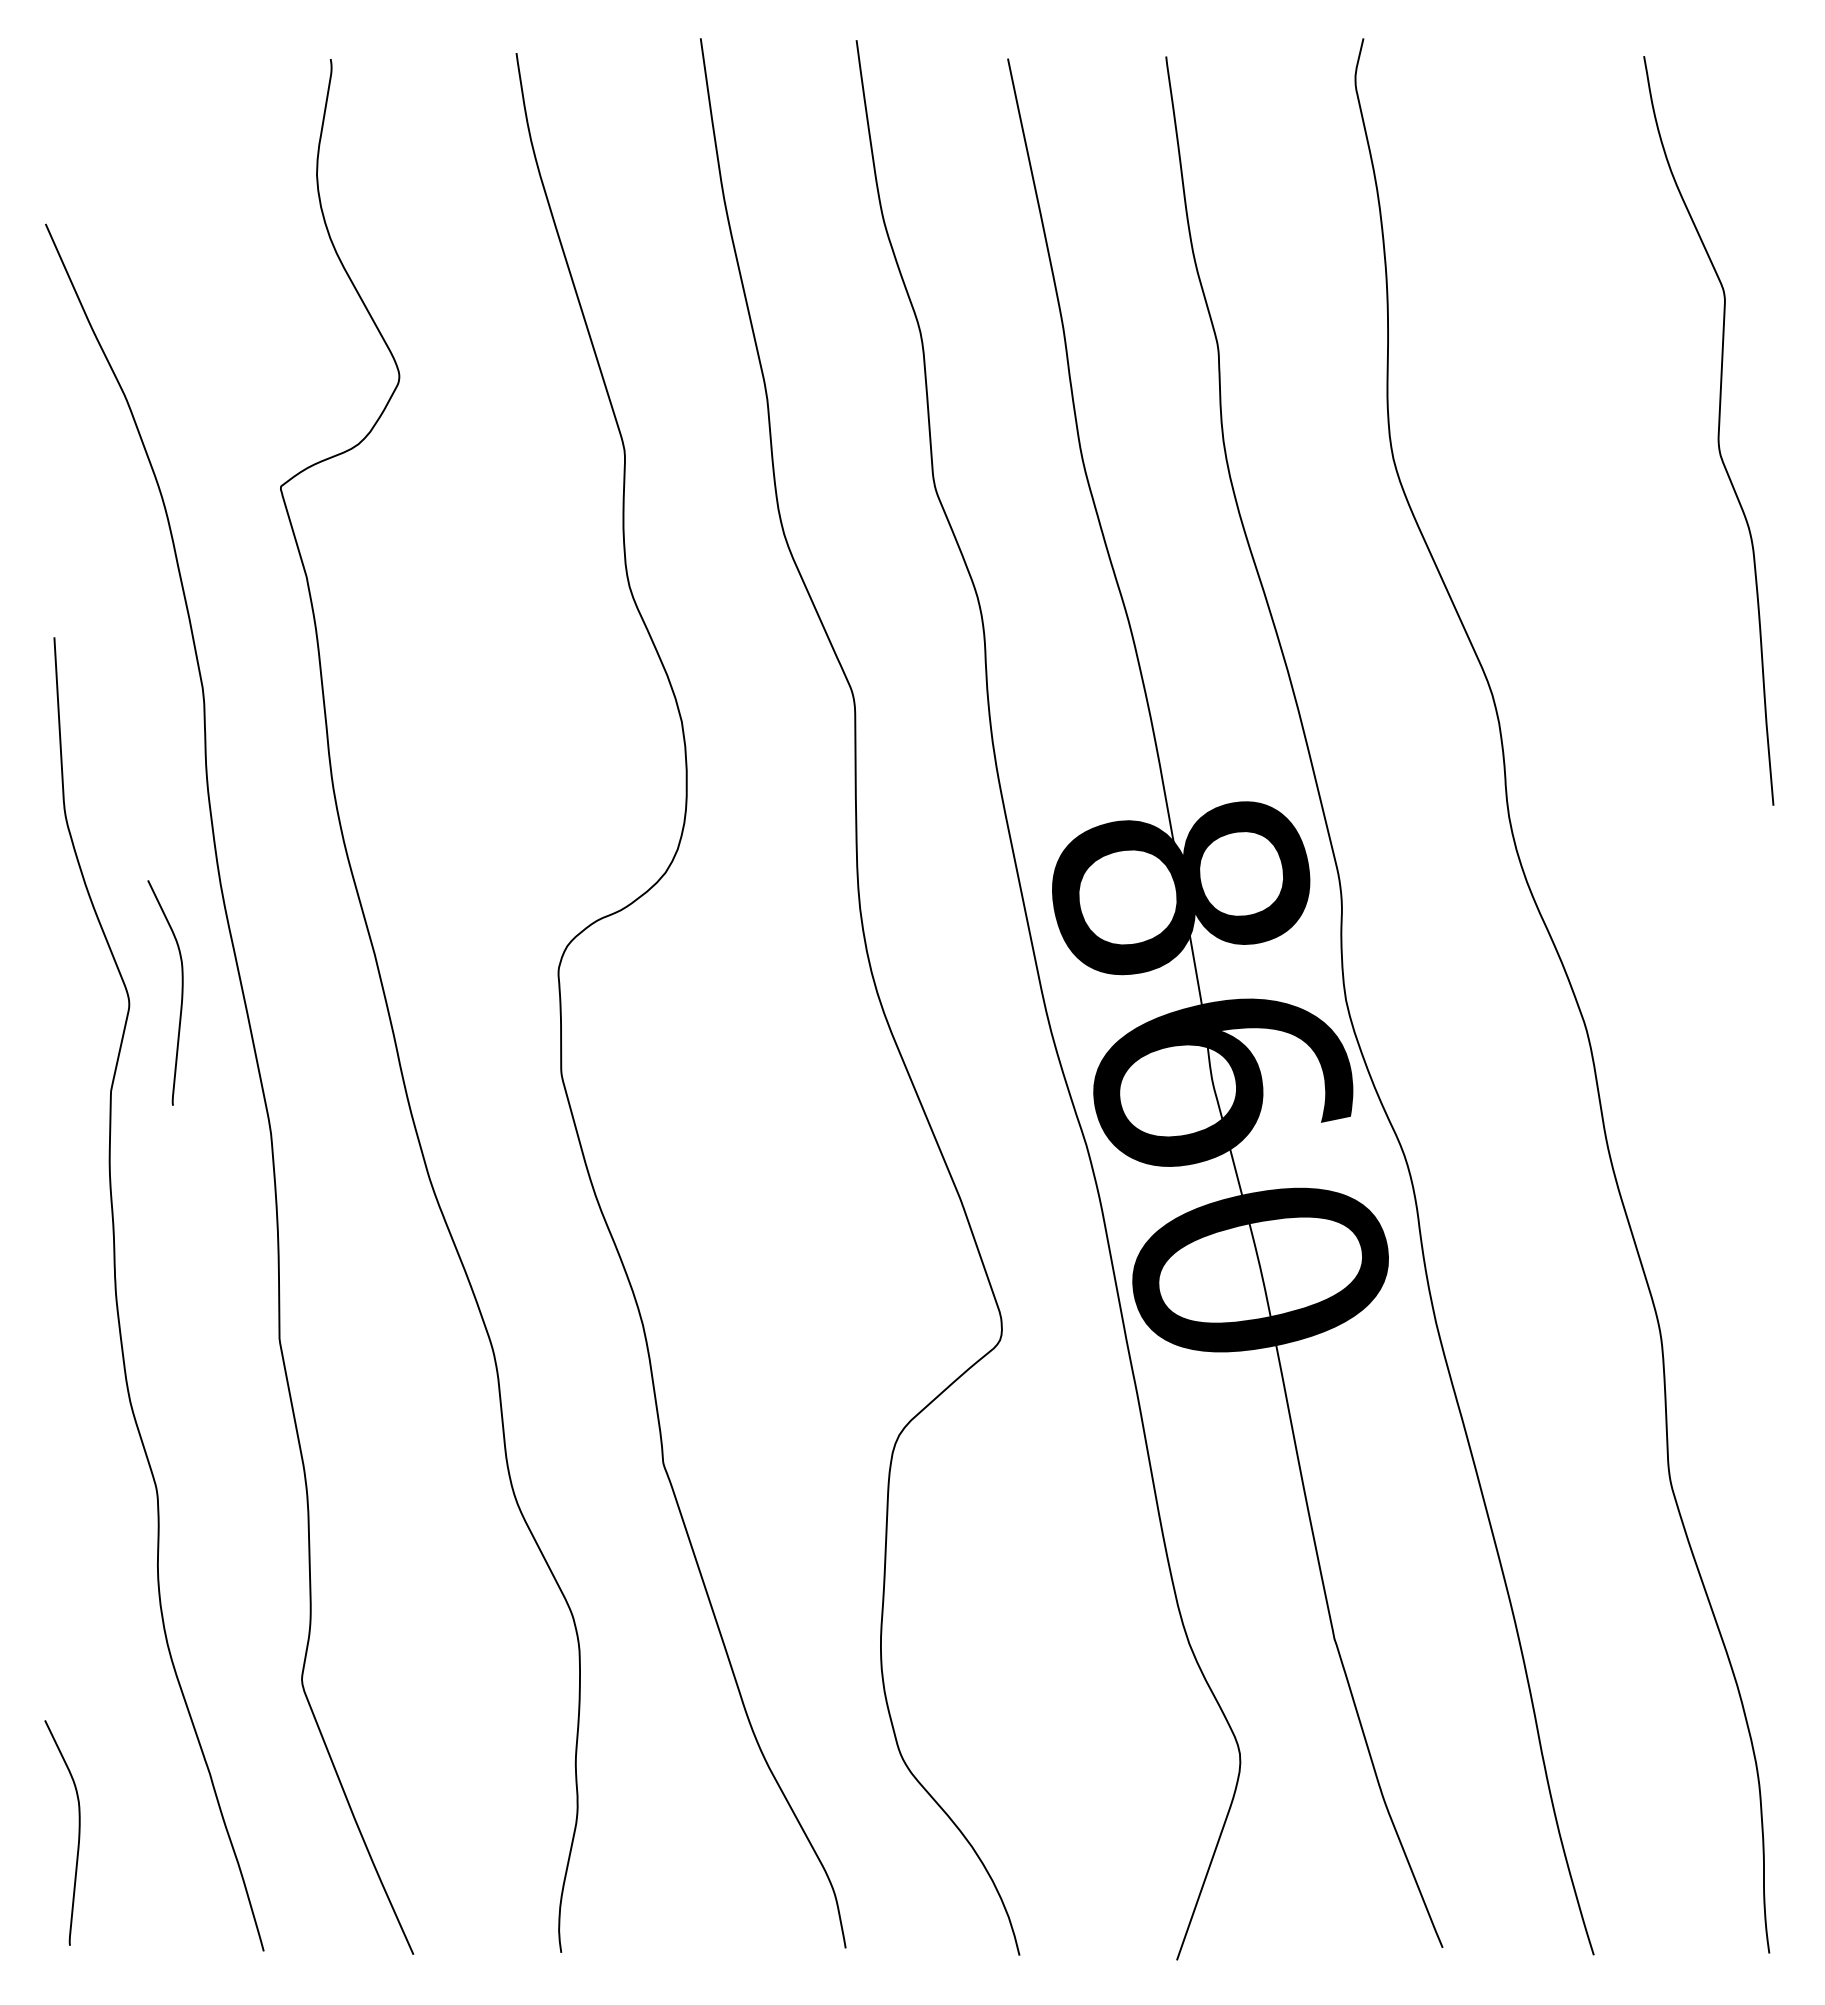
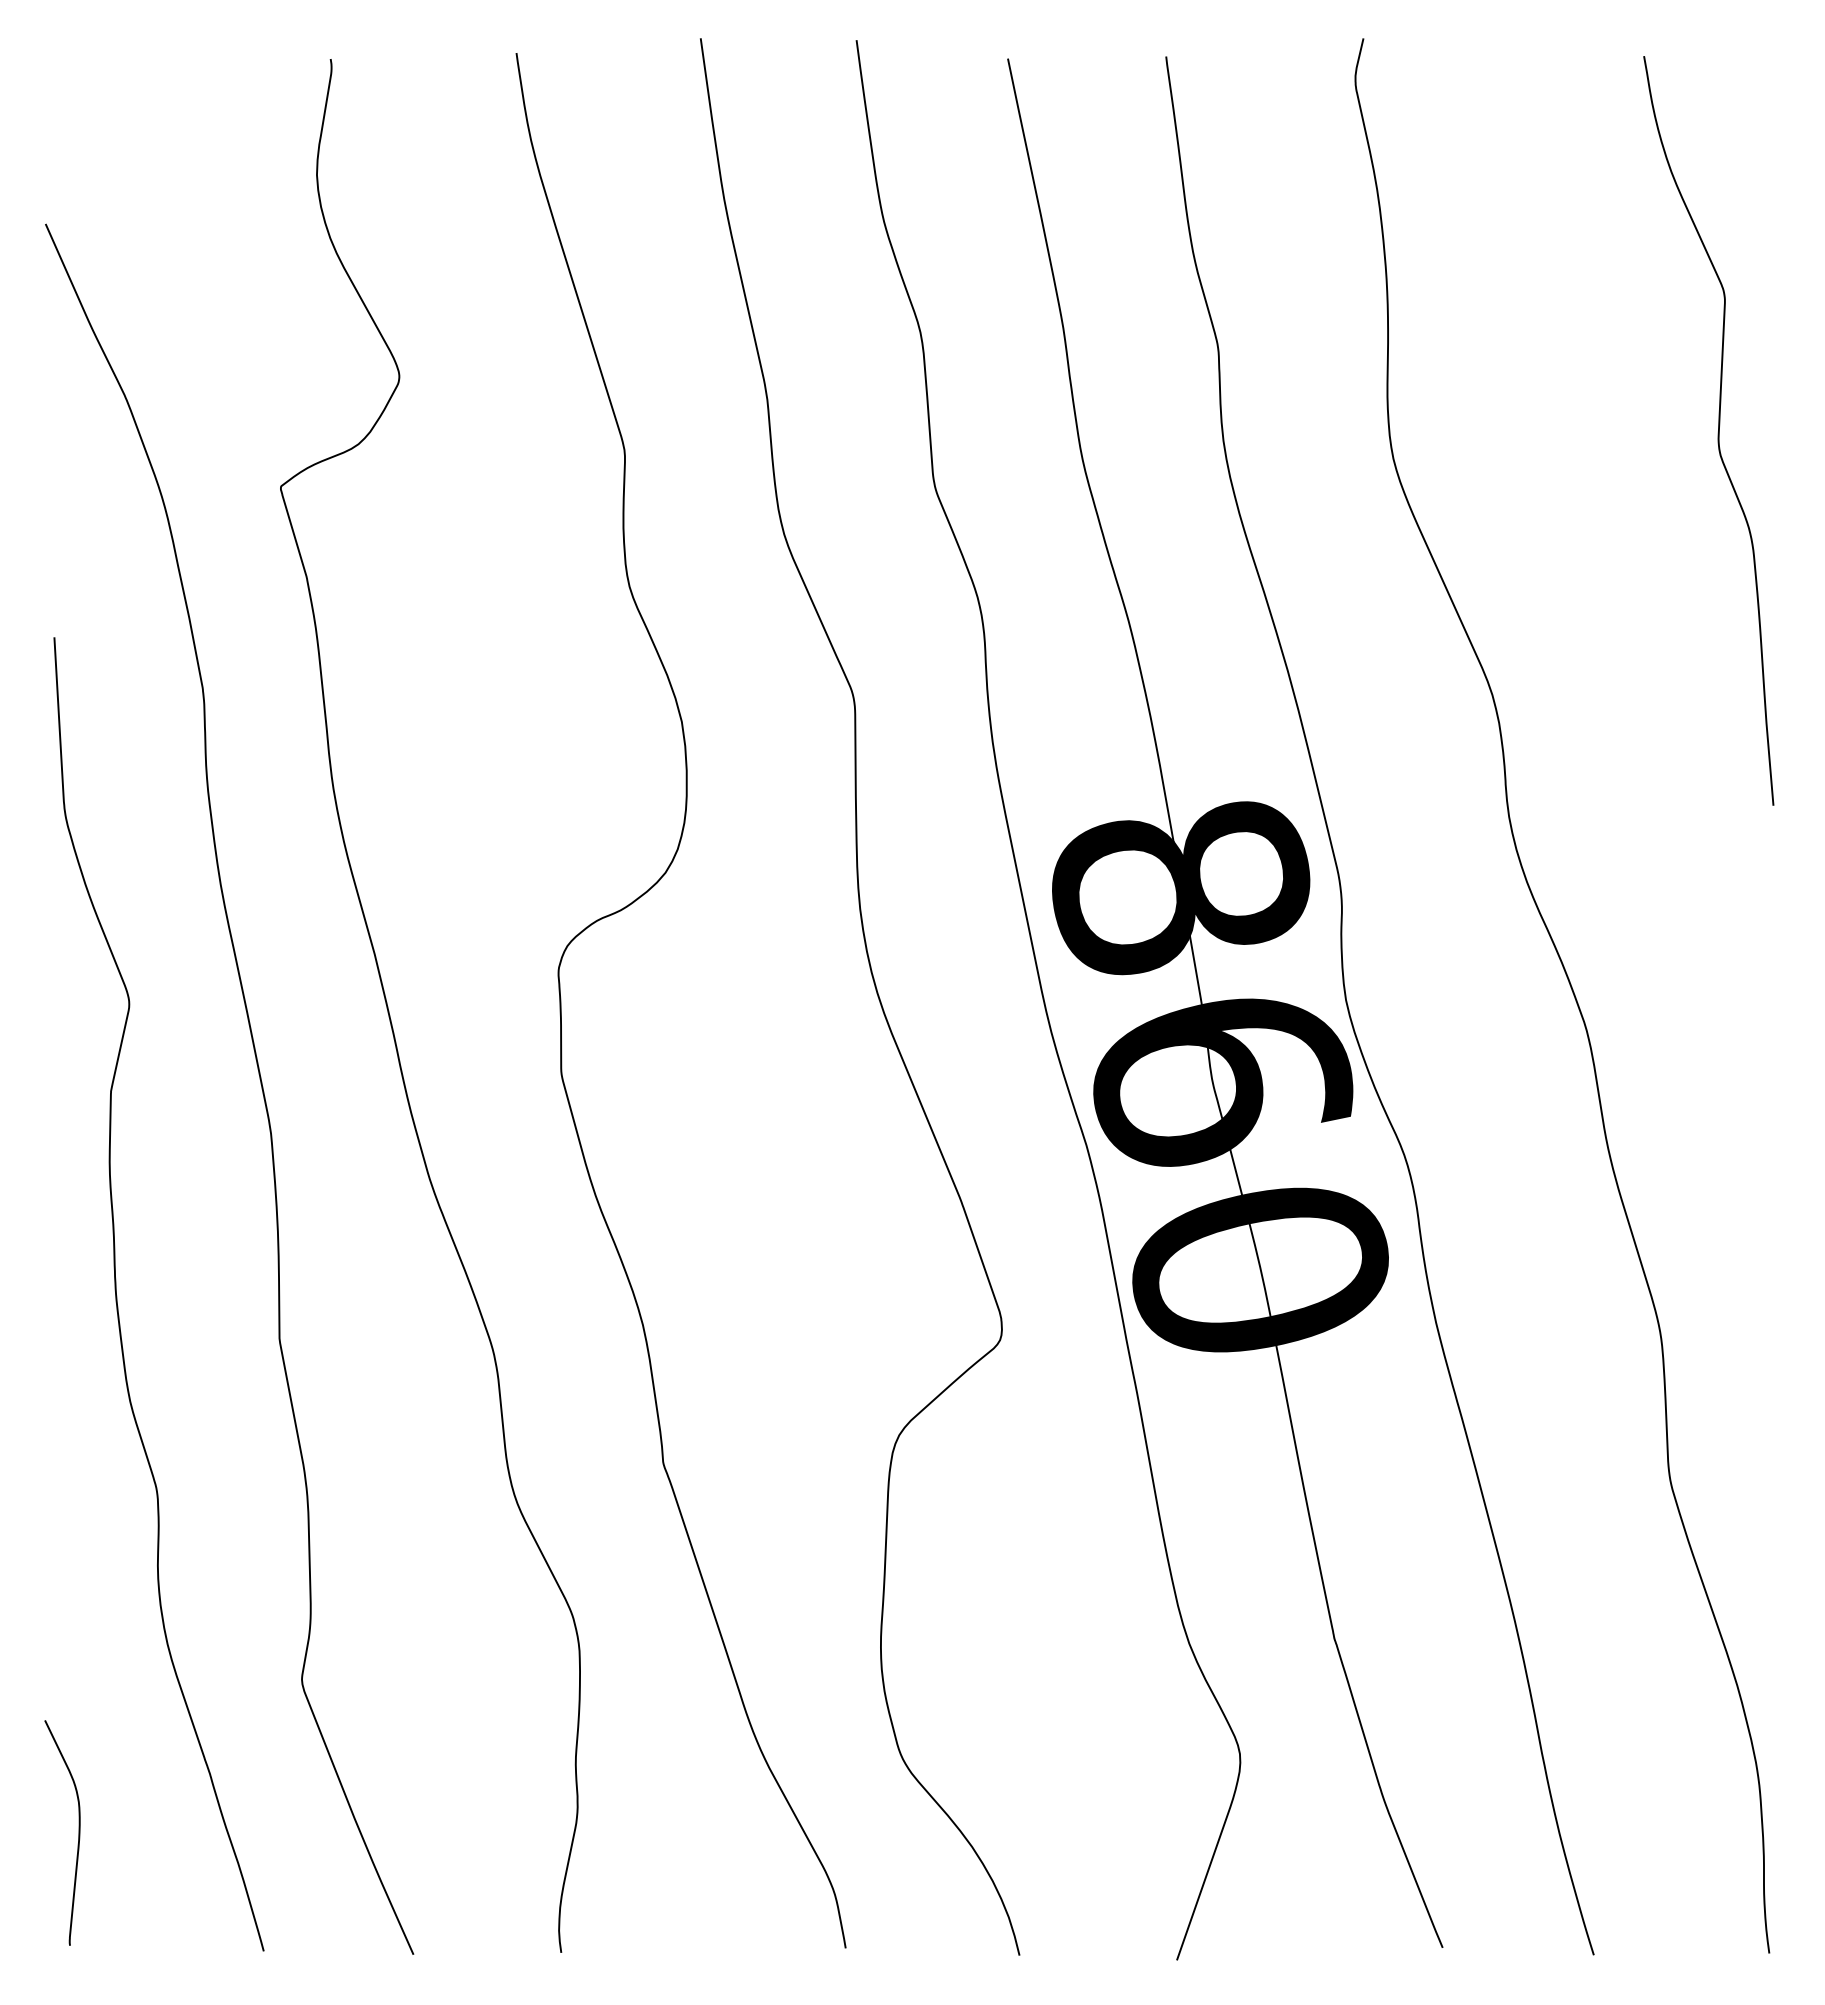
curve at (181, 992): present -> none
